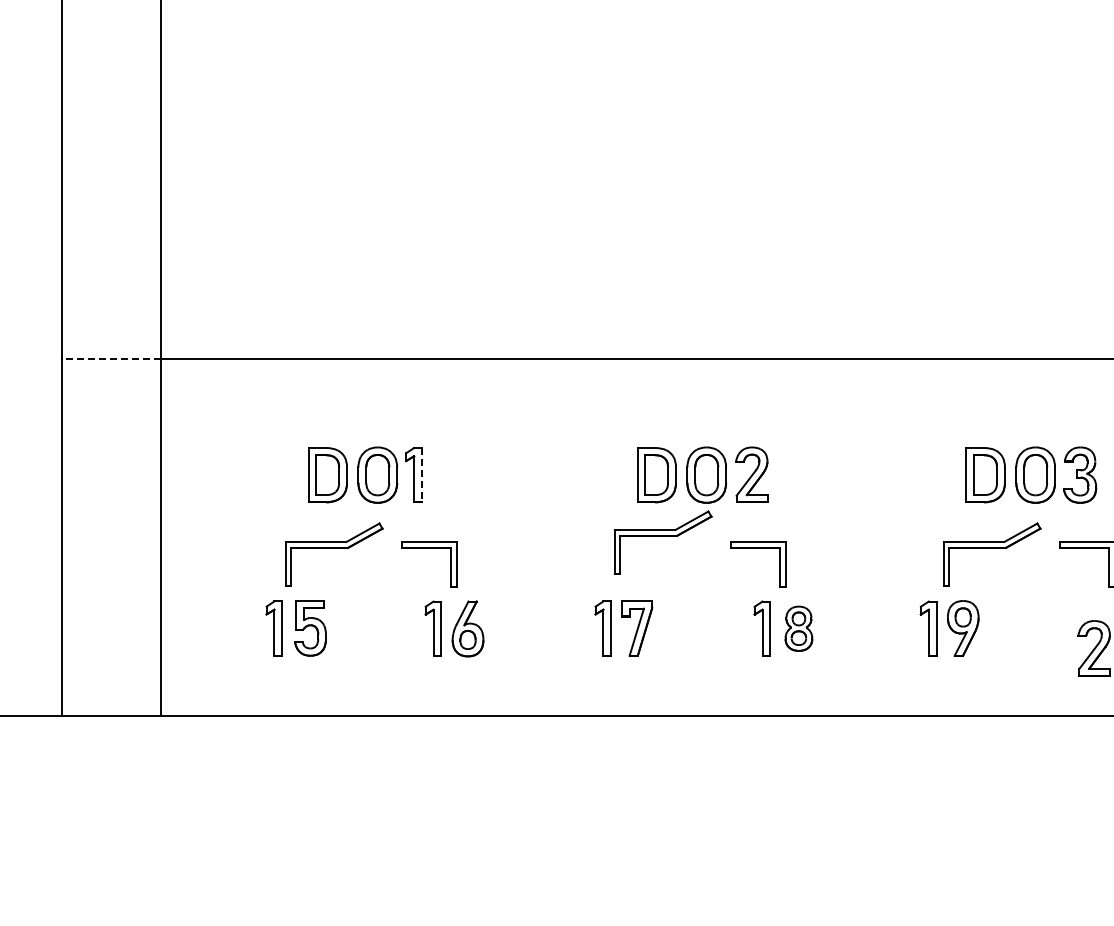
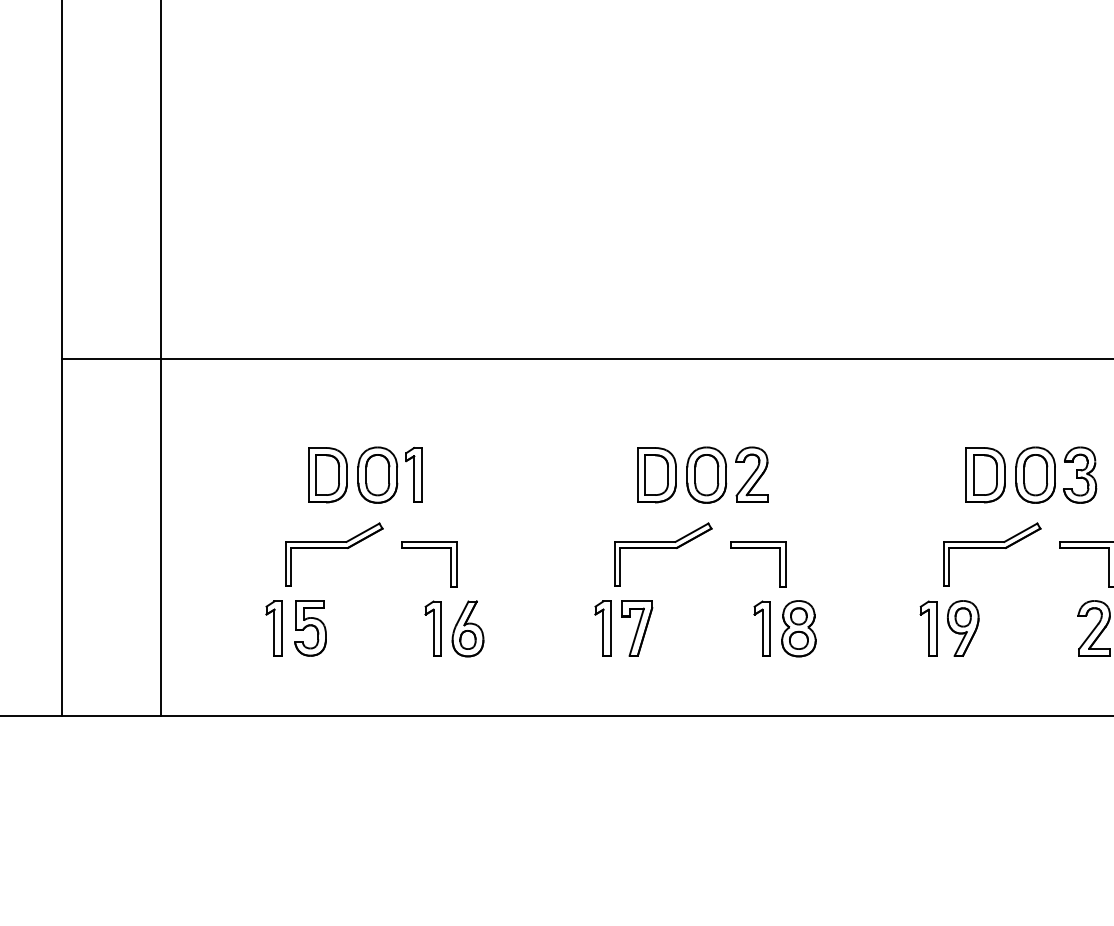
line at (110, 359): dashed -> solid
line at (421, 475): dashed -> solid
part at (663, 542) position: (663, 542) -> (663, 554)
part at (798, 628) size: 30x47 px -> 36x58 px
part at (1093, 648) position: (1093, 648) -> (1093, 628)
